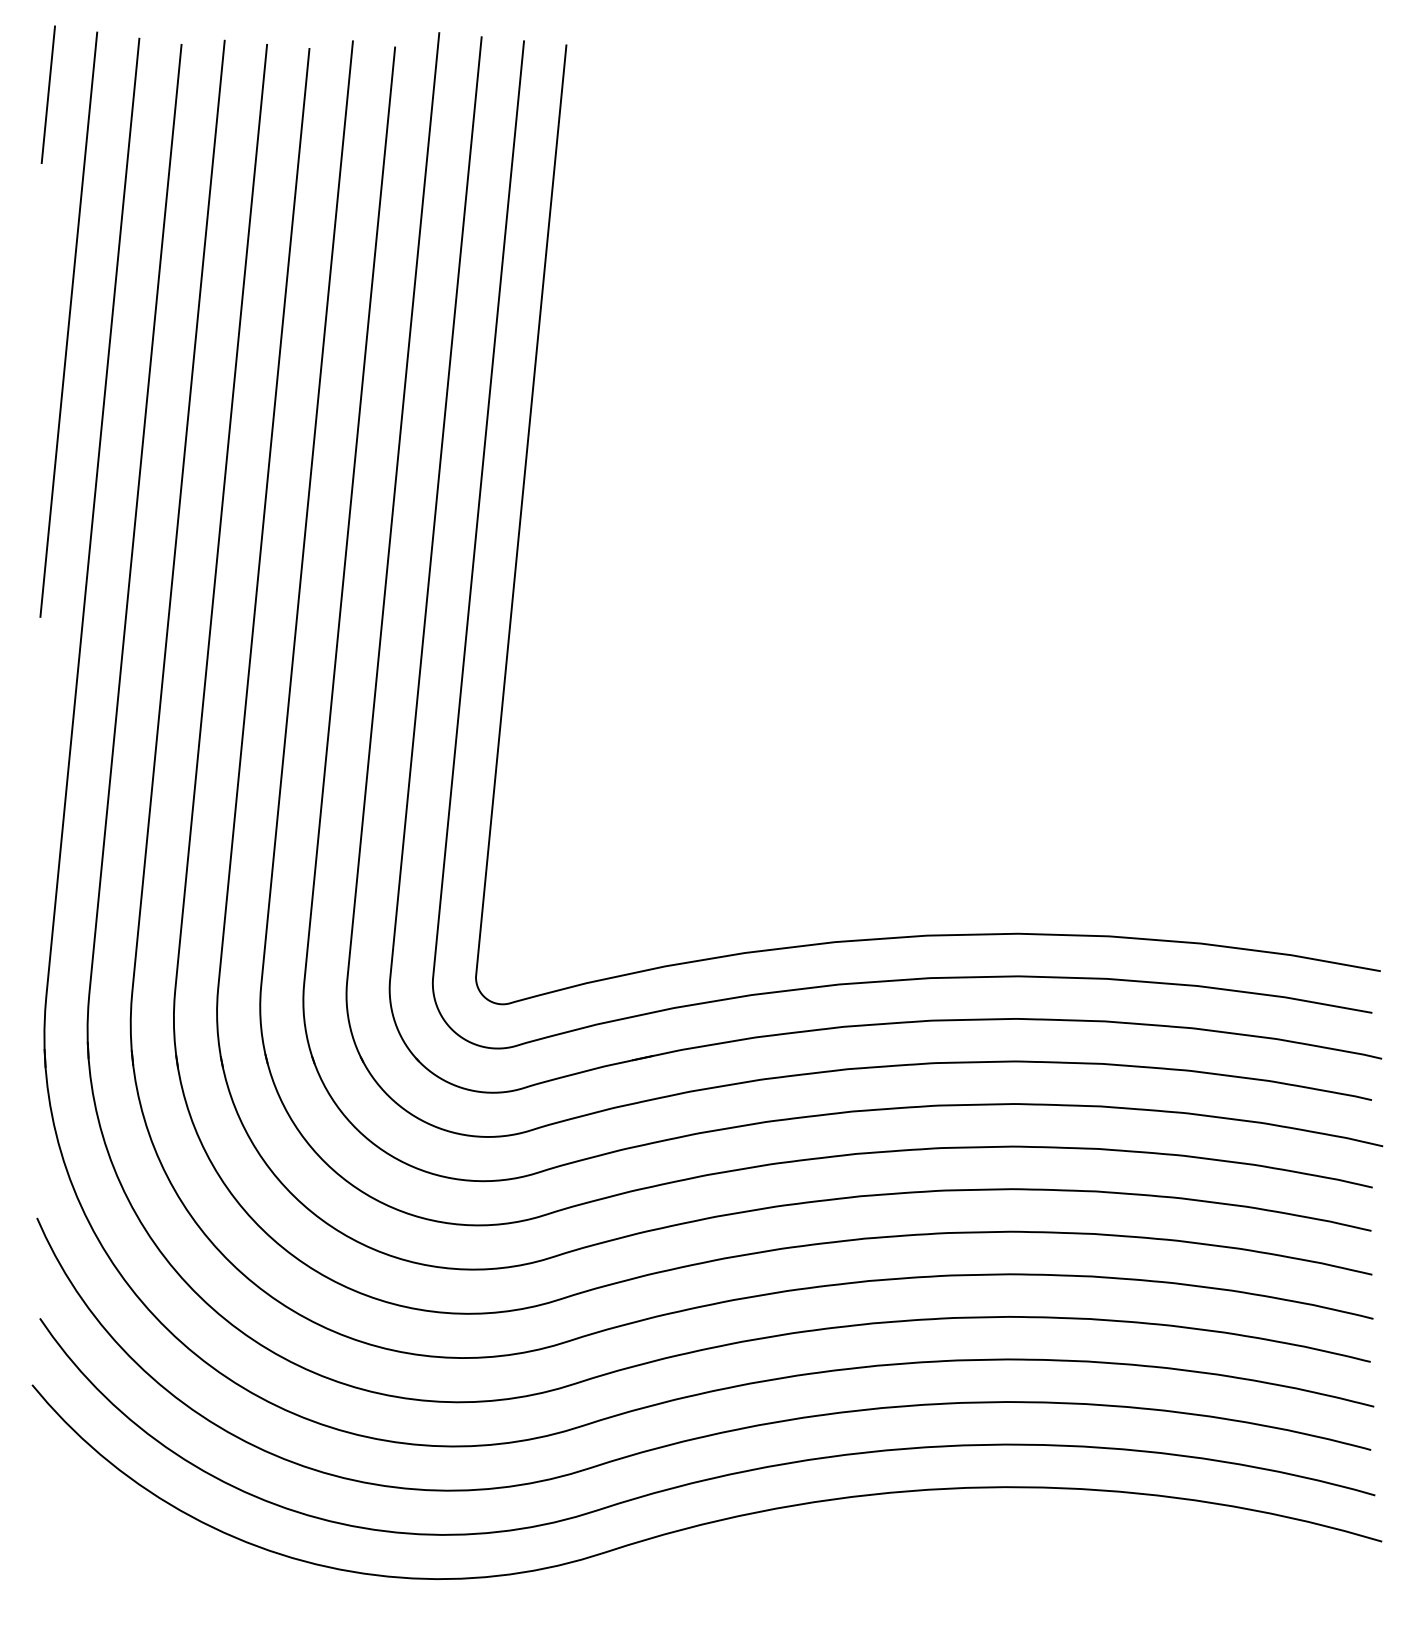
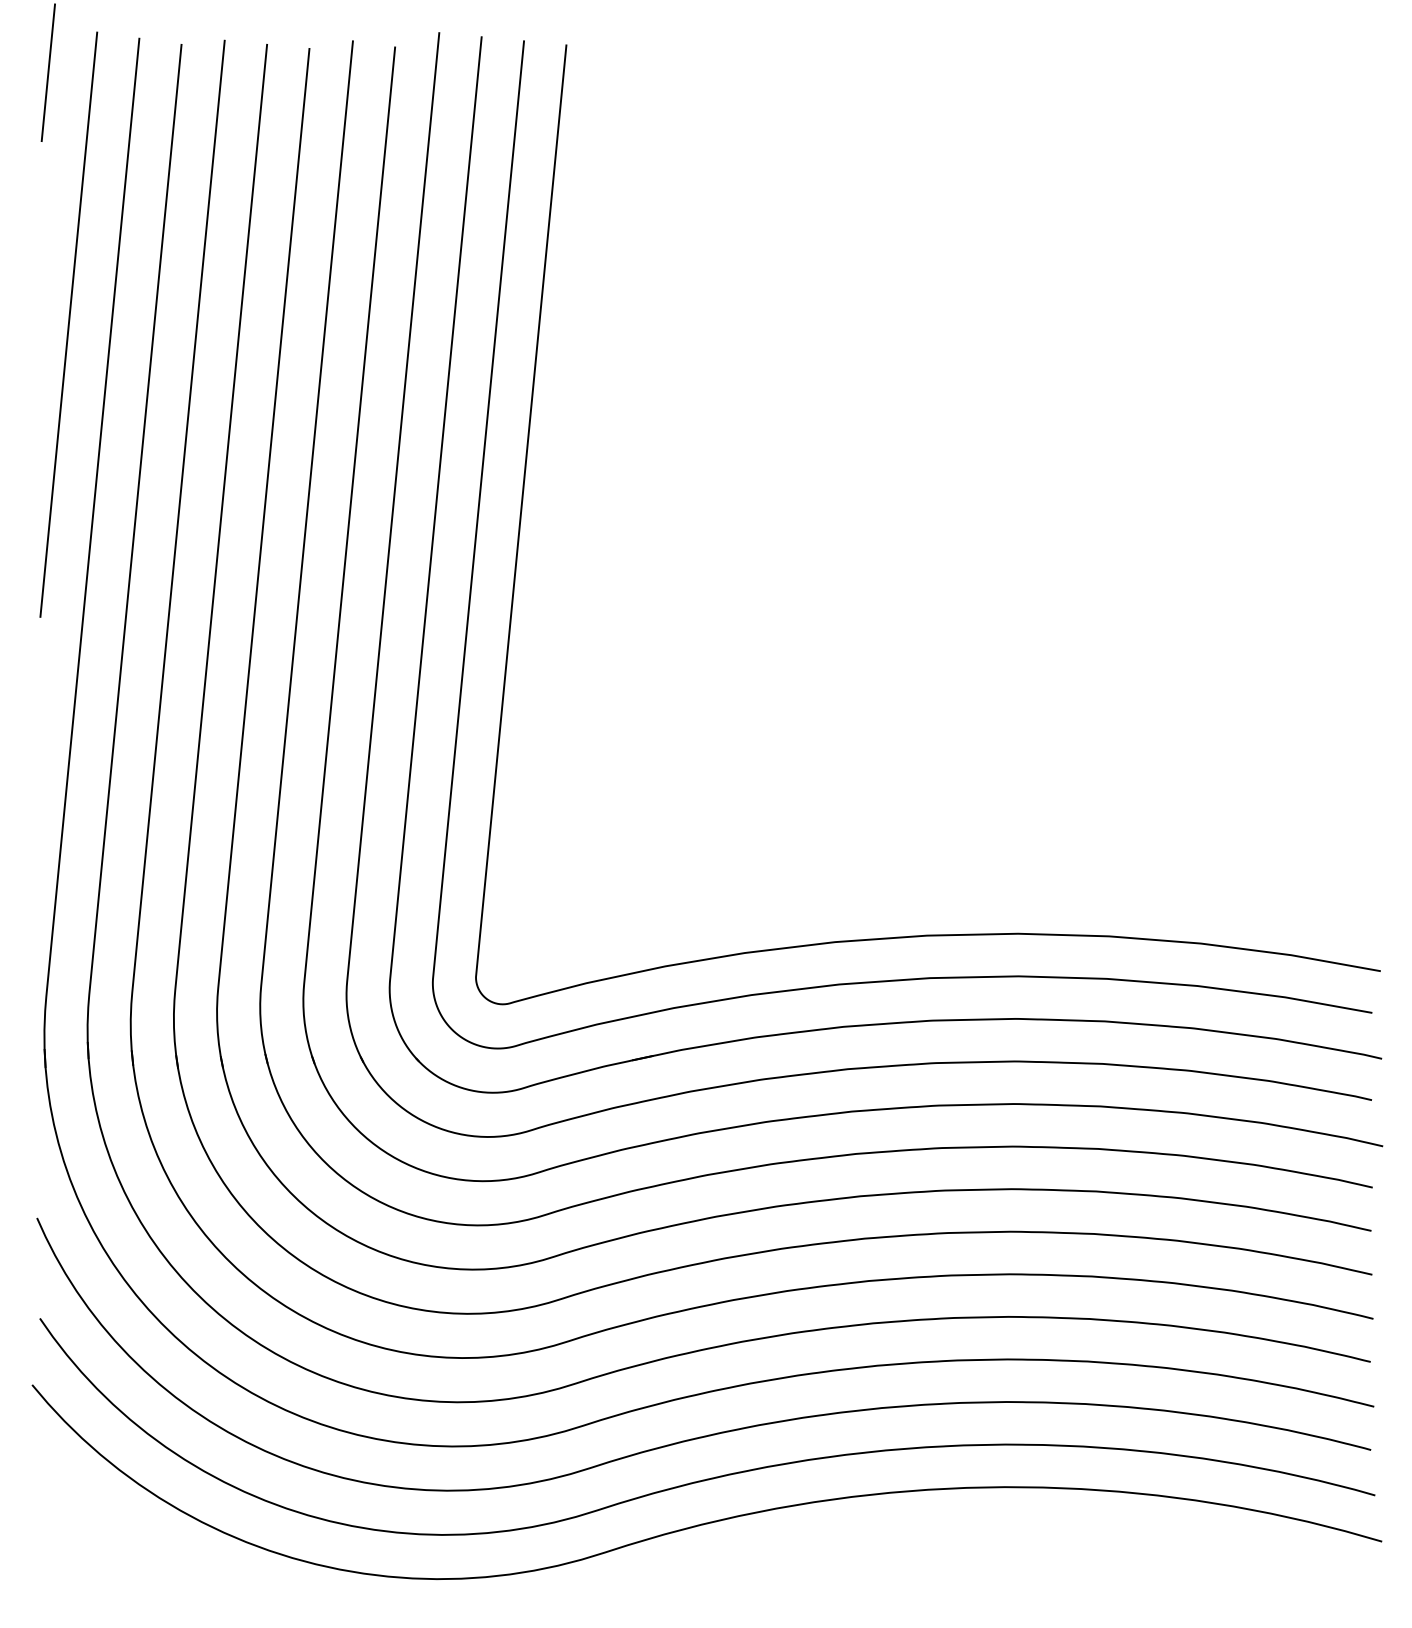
line at (47, 94) position: (47, 94) -> (47, 72)
